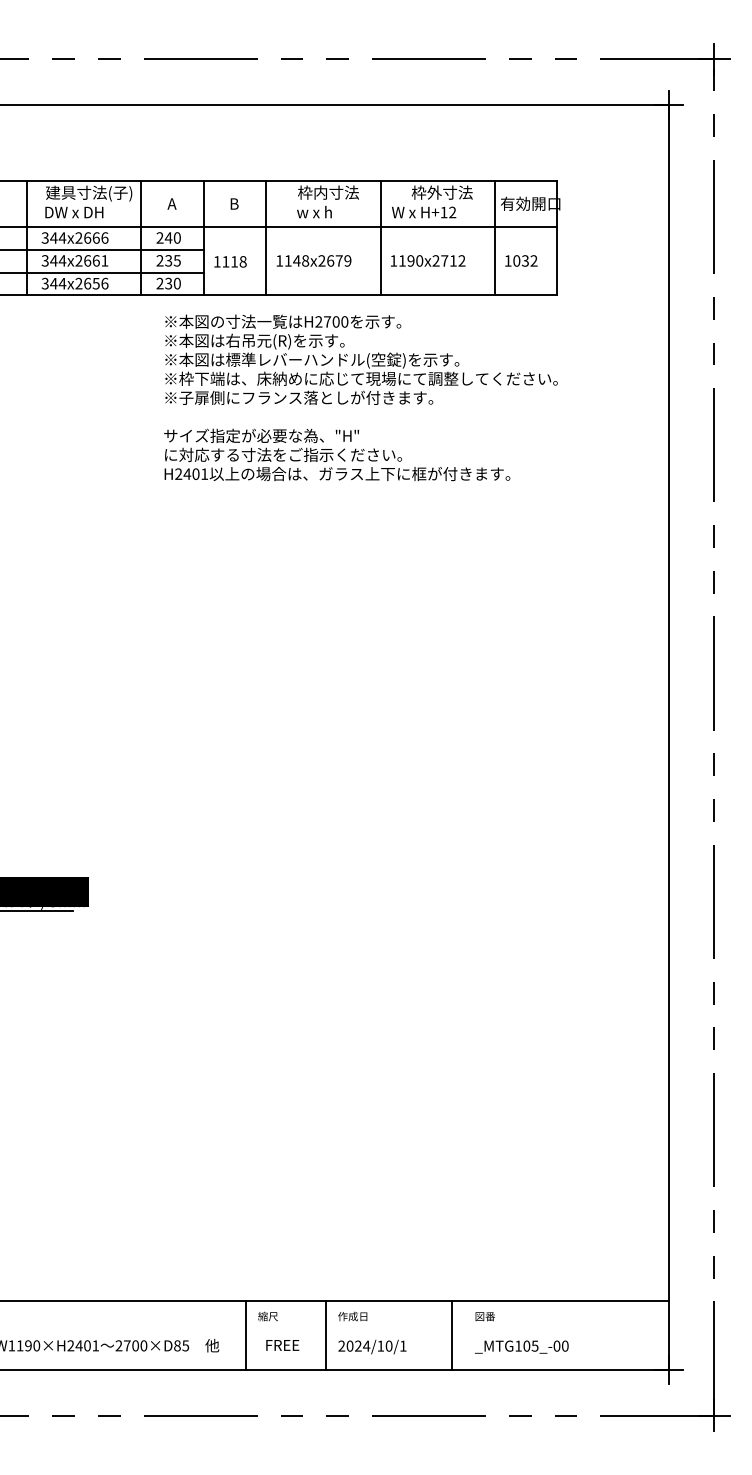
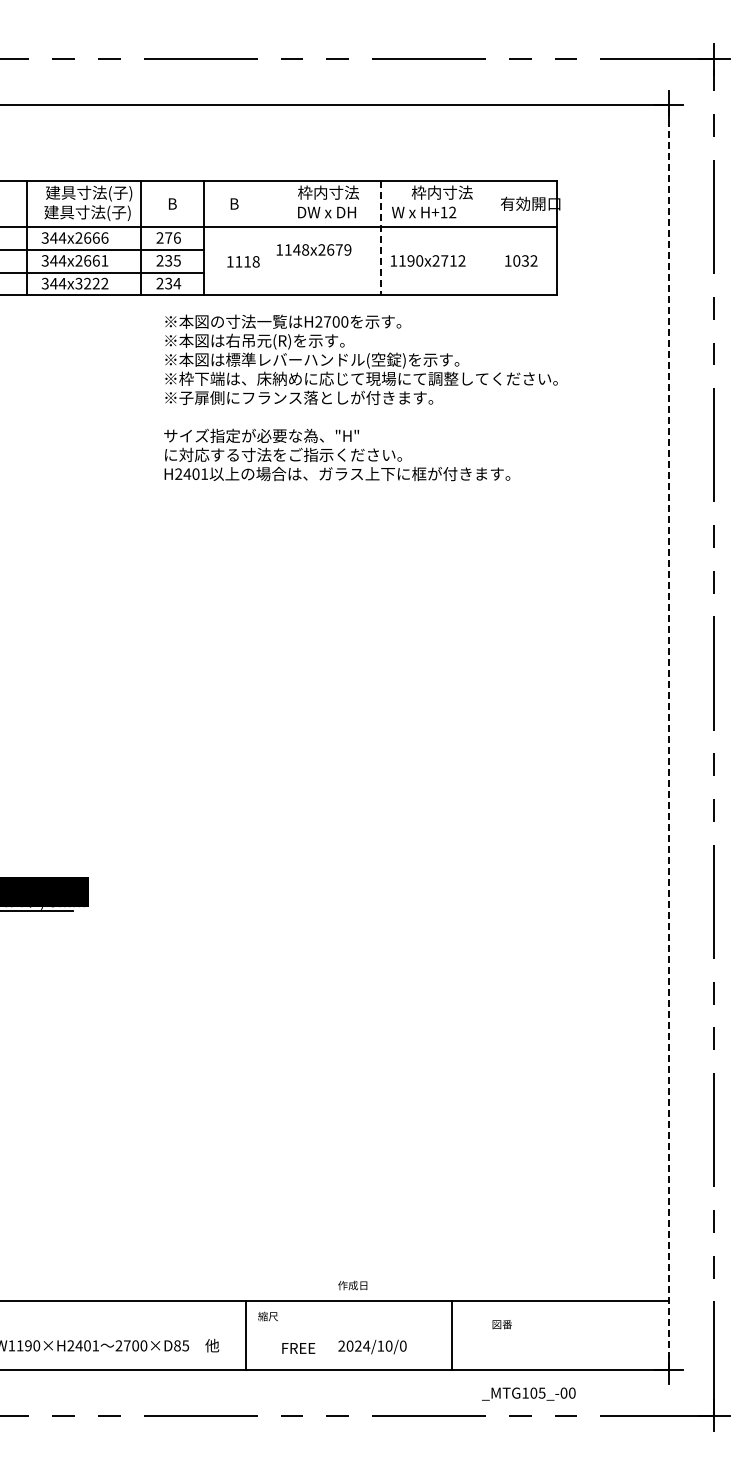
text at (434, 192): 枠外寸法 -> 枠内寸法
text at (171, 203): A -> B
text at (326, 211): w x h -> DW x DH
text at (87, 213): DW x DH -> 建具寸法(子)
text at (172, 237): 240 -> 276
line at (266, 238): present -> none
line at (380, 238): solid -> dashed
line at (494, 238): present -> none
text at (313, 260) position: (313, 260) -> (313, 249)
text at (230, 261) position: (230, 261) -> (243, 261)
text at (91, 283): 344x2656 -> 344x3222
text at (177, 283): 230 -> 234
line at (668, 737): solid -> dashed
text at (352, 1316) position: (352, 1316) -> (352, 1285)
text at (484, 1316) position: (484, 1316) -> (501, 1324)
line at (326, 1335): present -> none
text at (282, 1345) position: (282, 1345) -> (298, 1348)
text at (403, 1345): 2024/10/1 -> 2024/10/0
text at (521, 1346) position: (521, 1346) -> (528, 1393)
